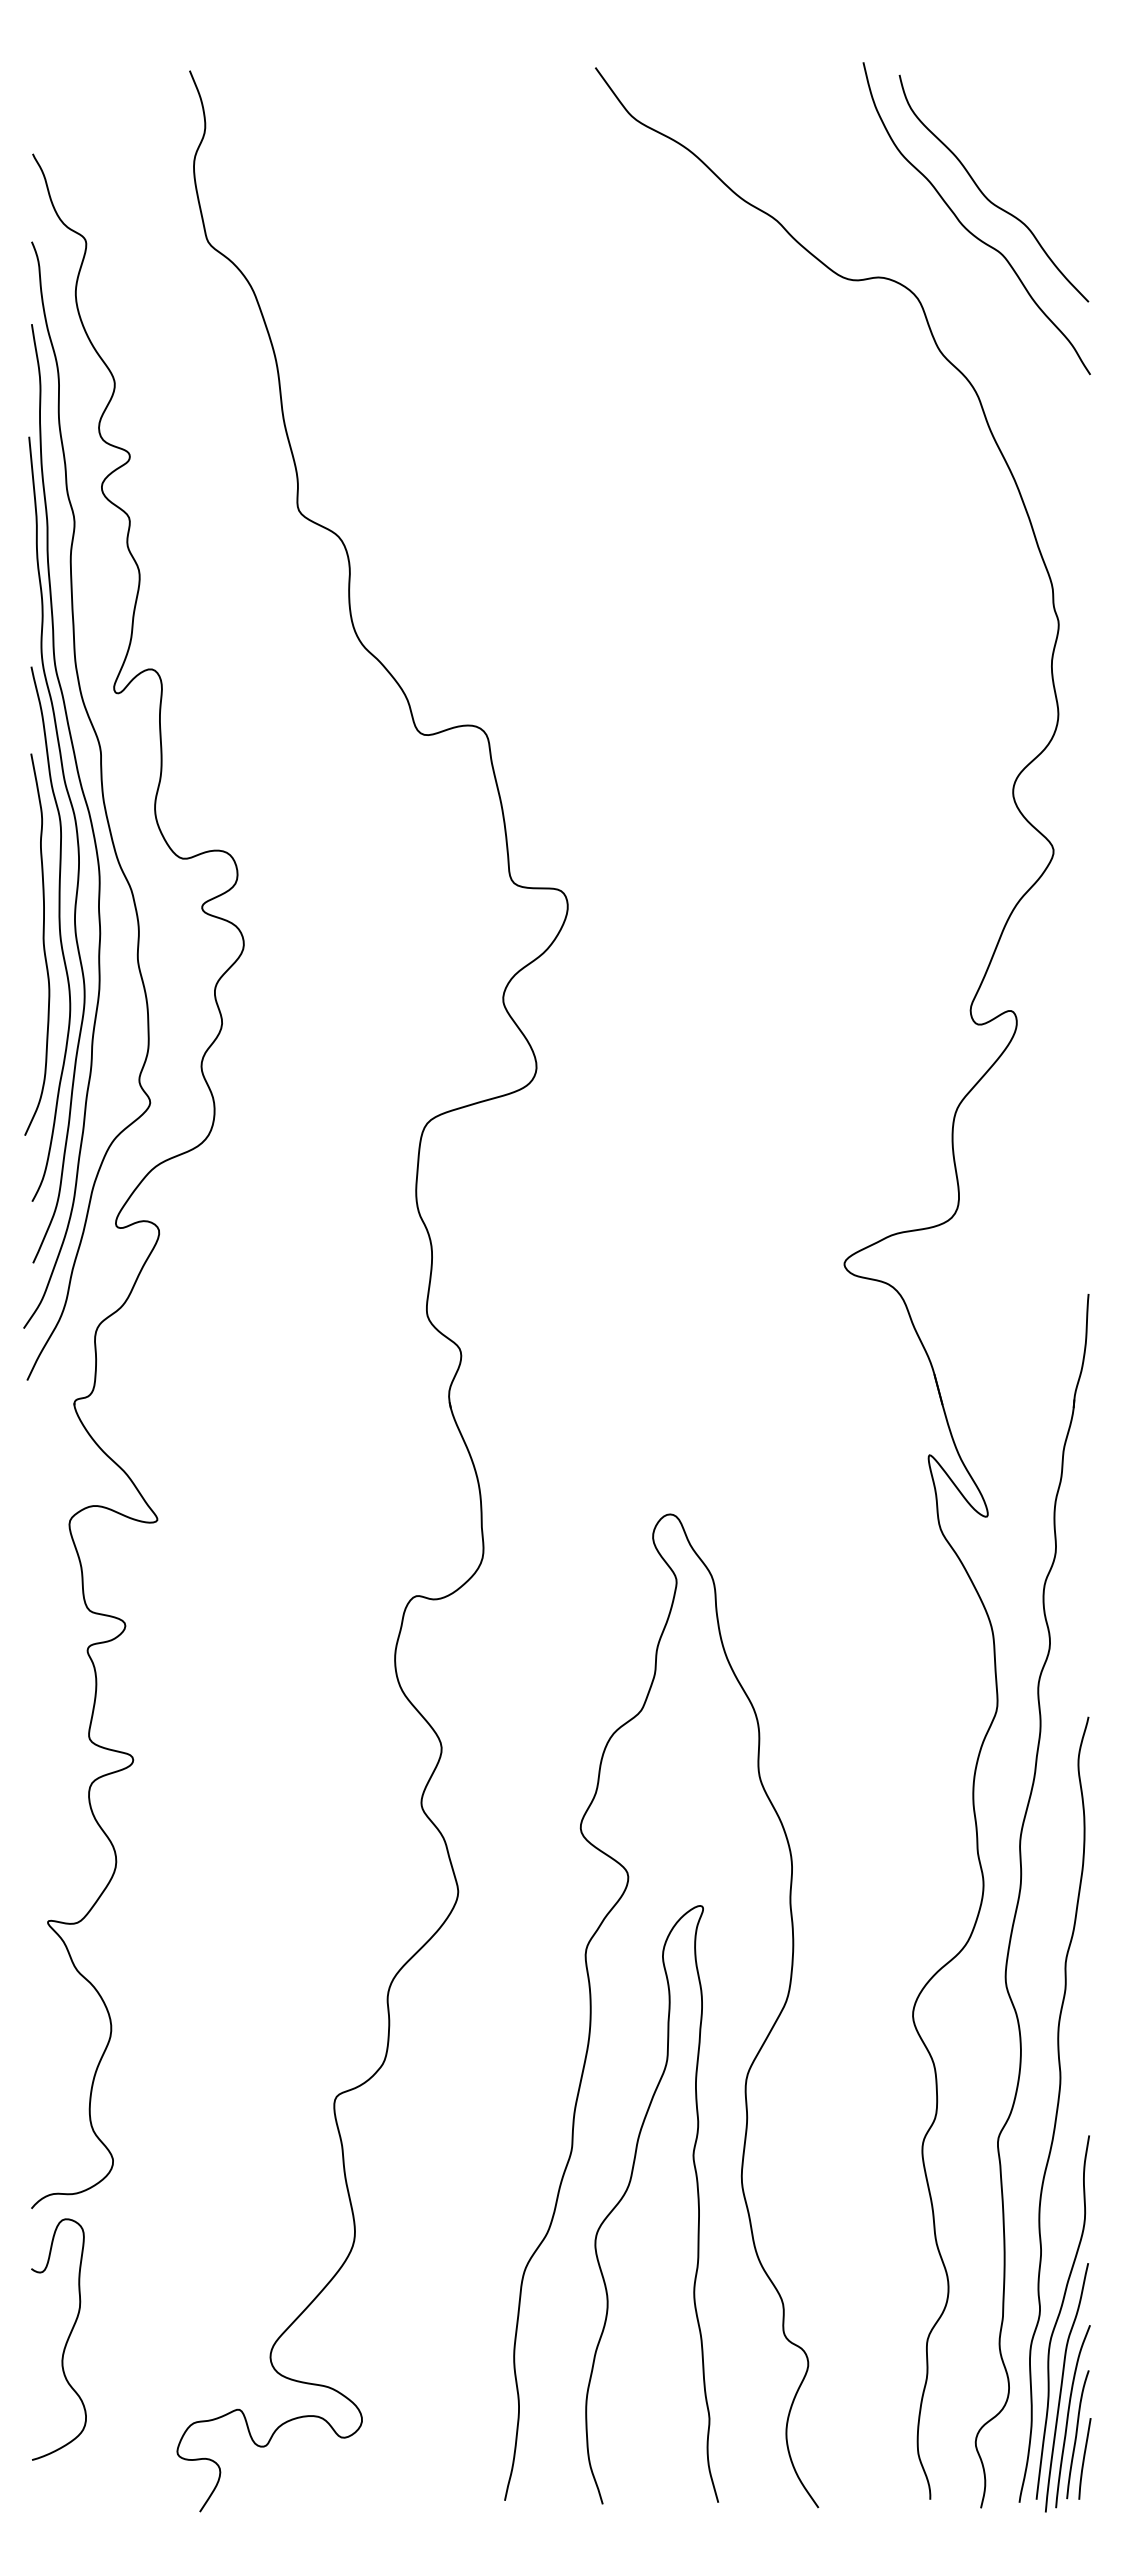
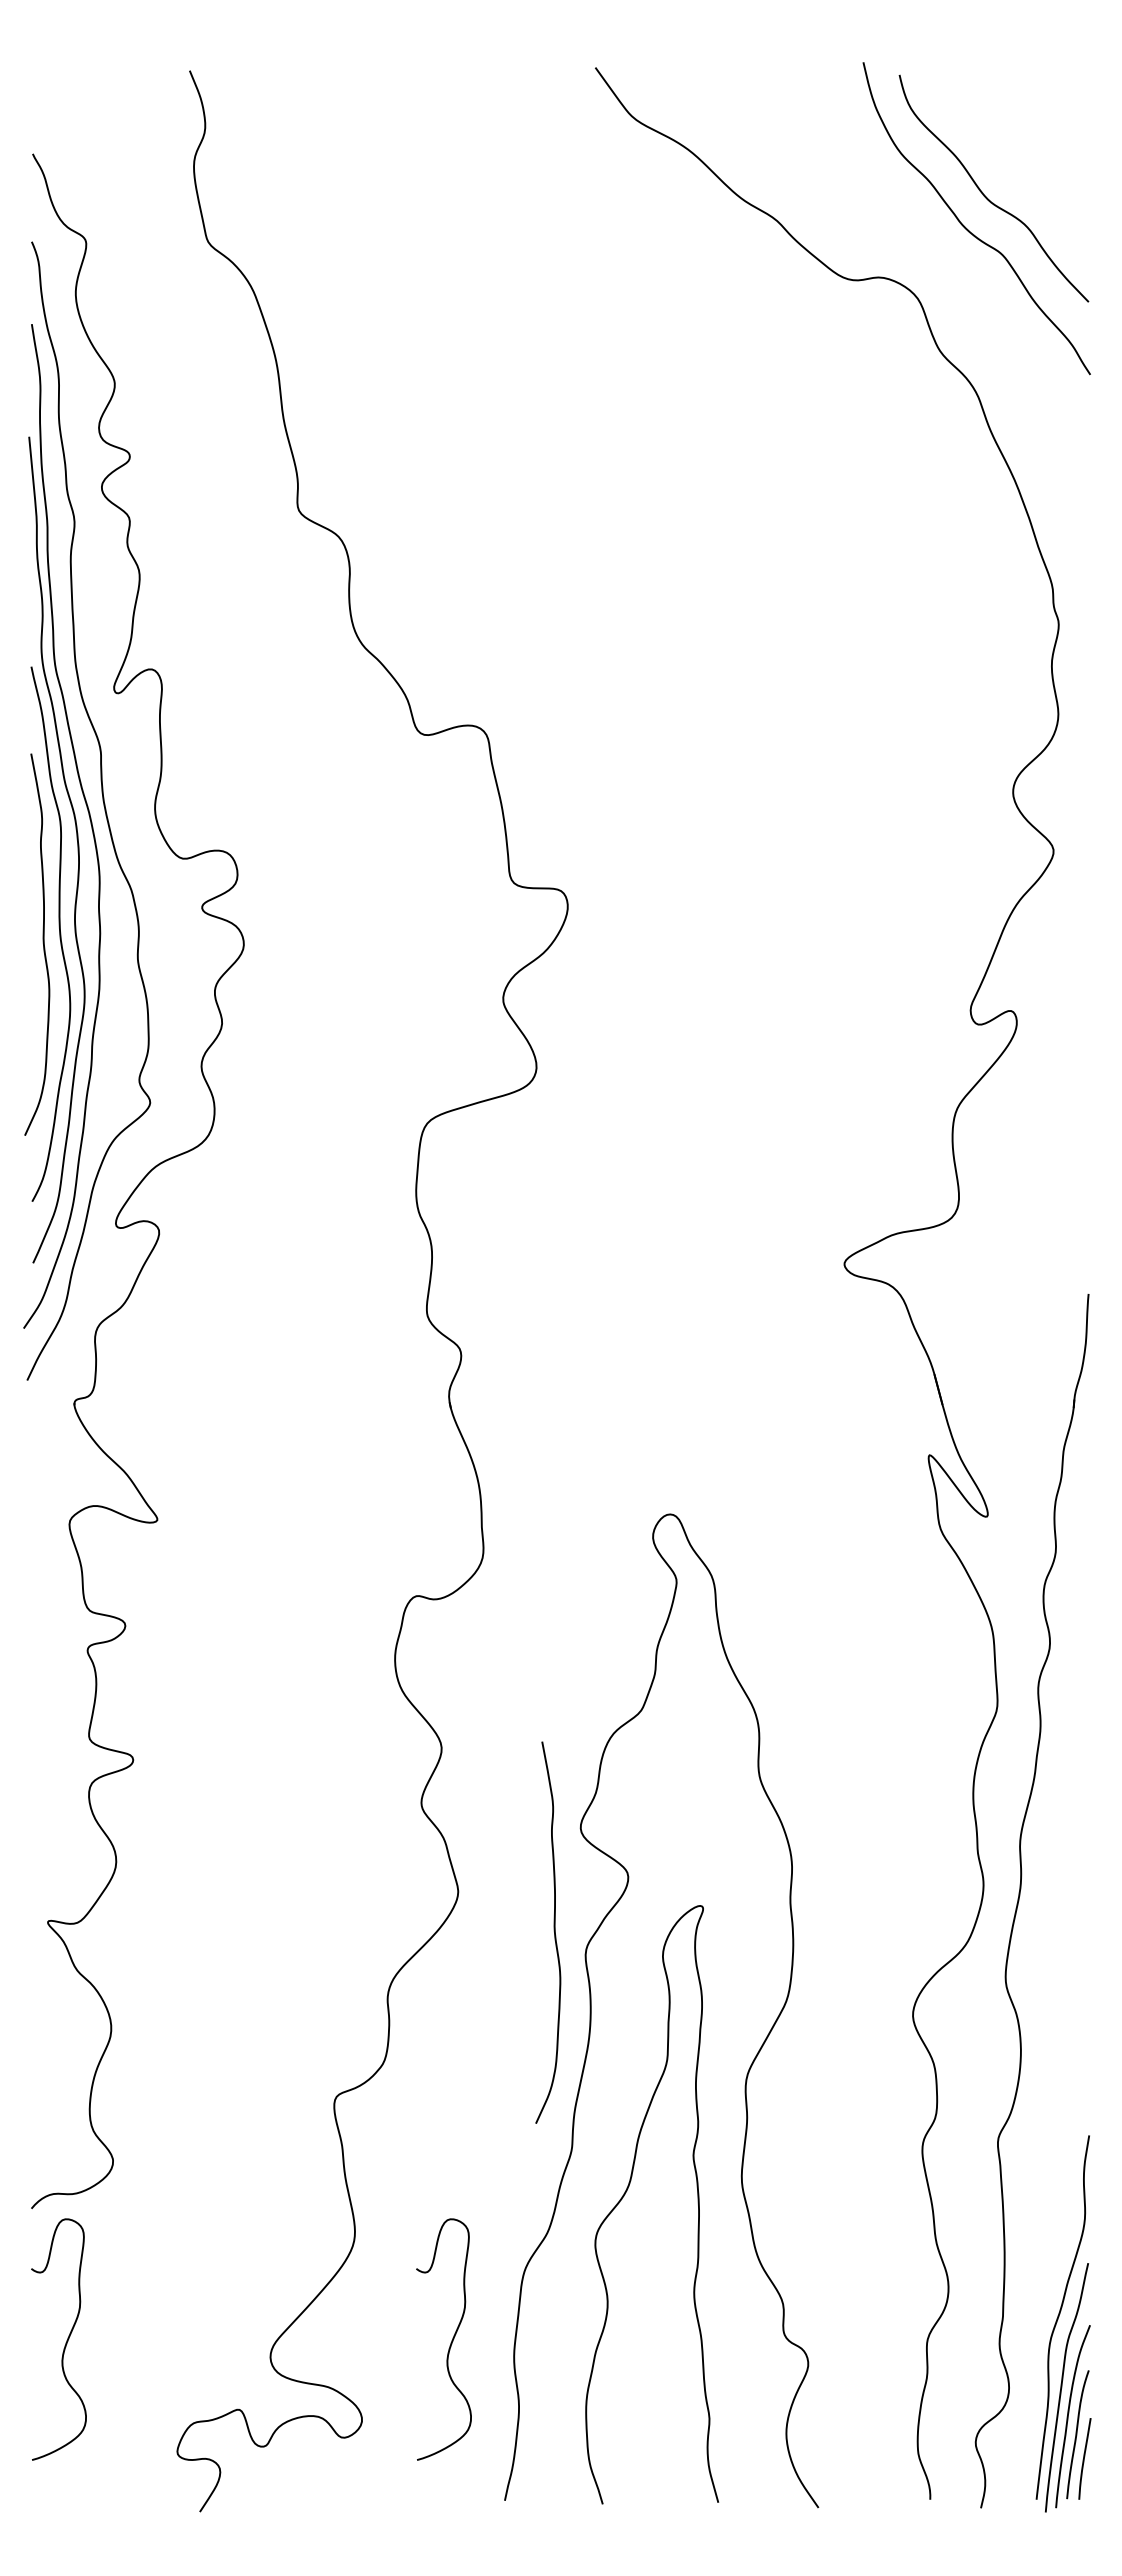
curve at (553, 1931): none -> present
curve at (1056, 2109): present -> none
curve at (450, 2342): none -> present
